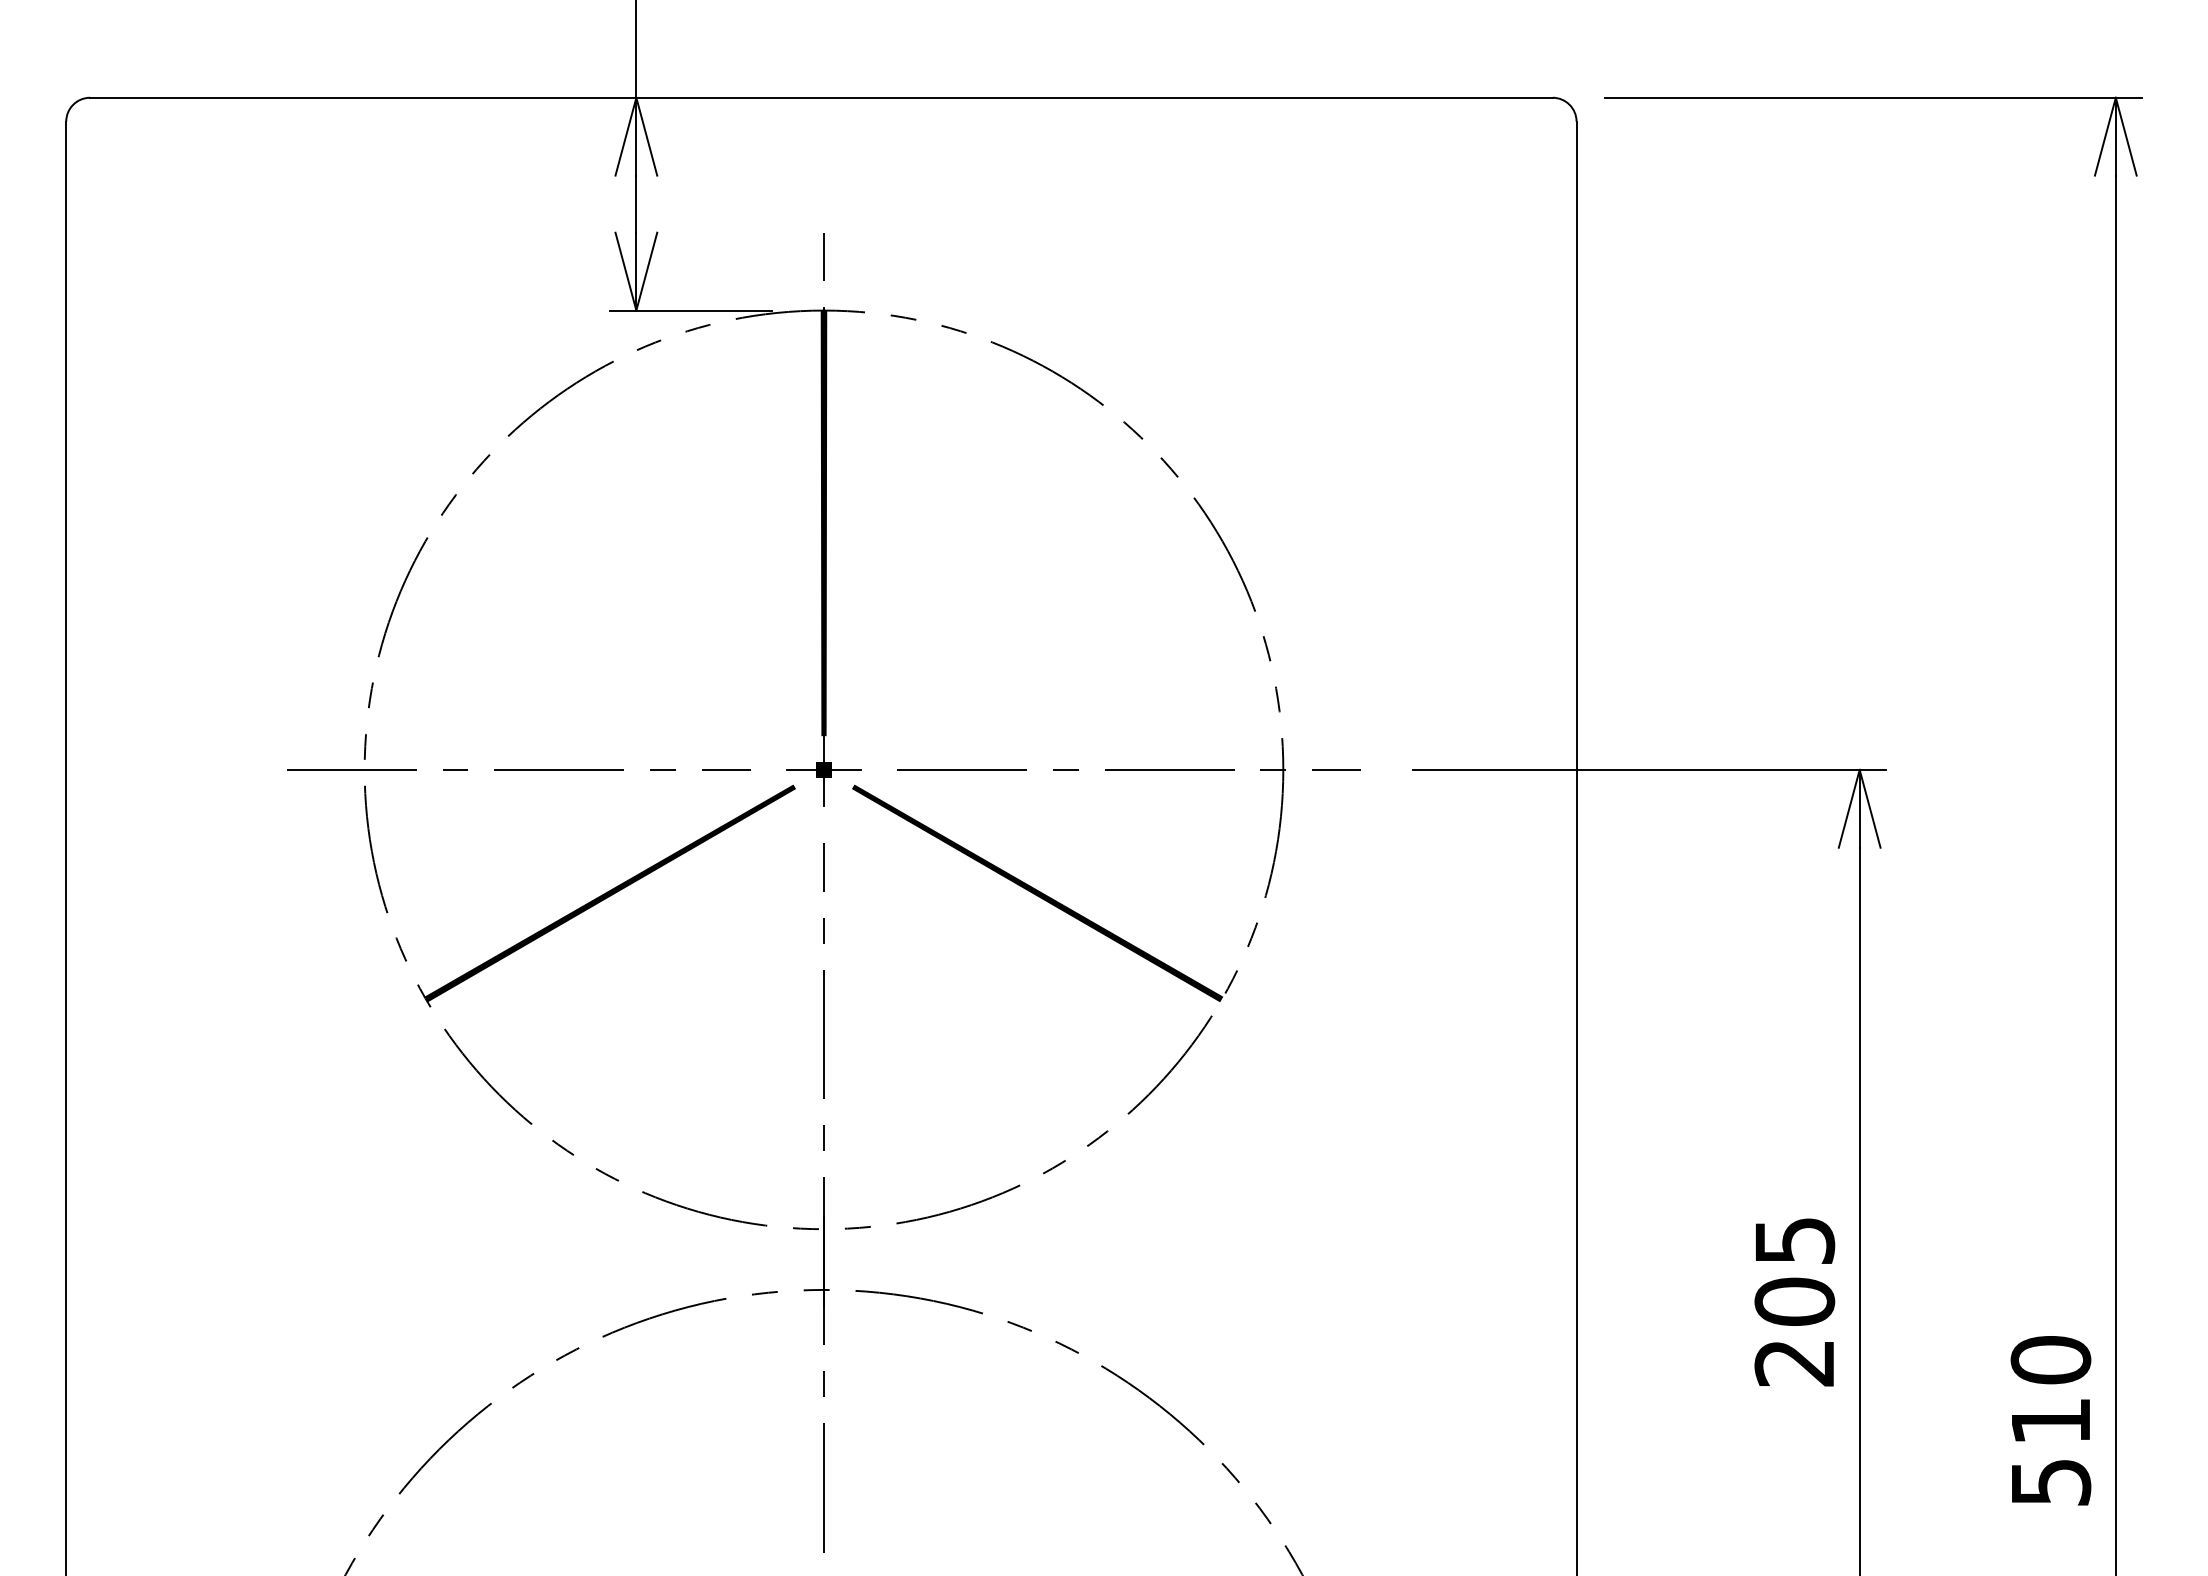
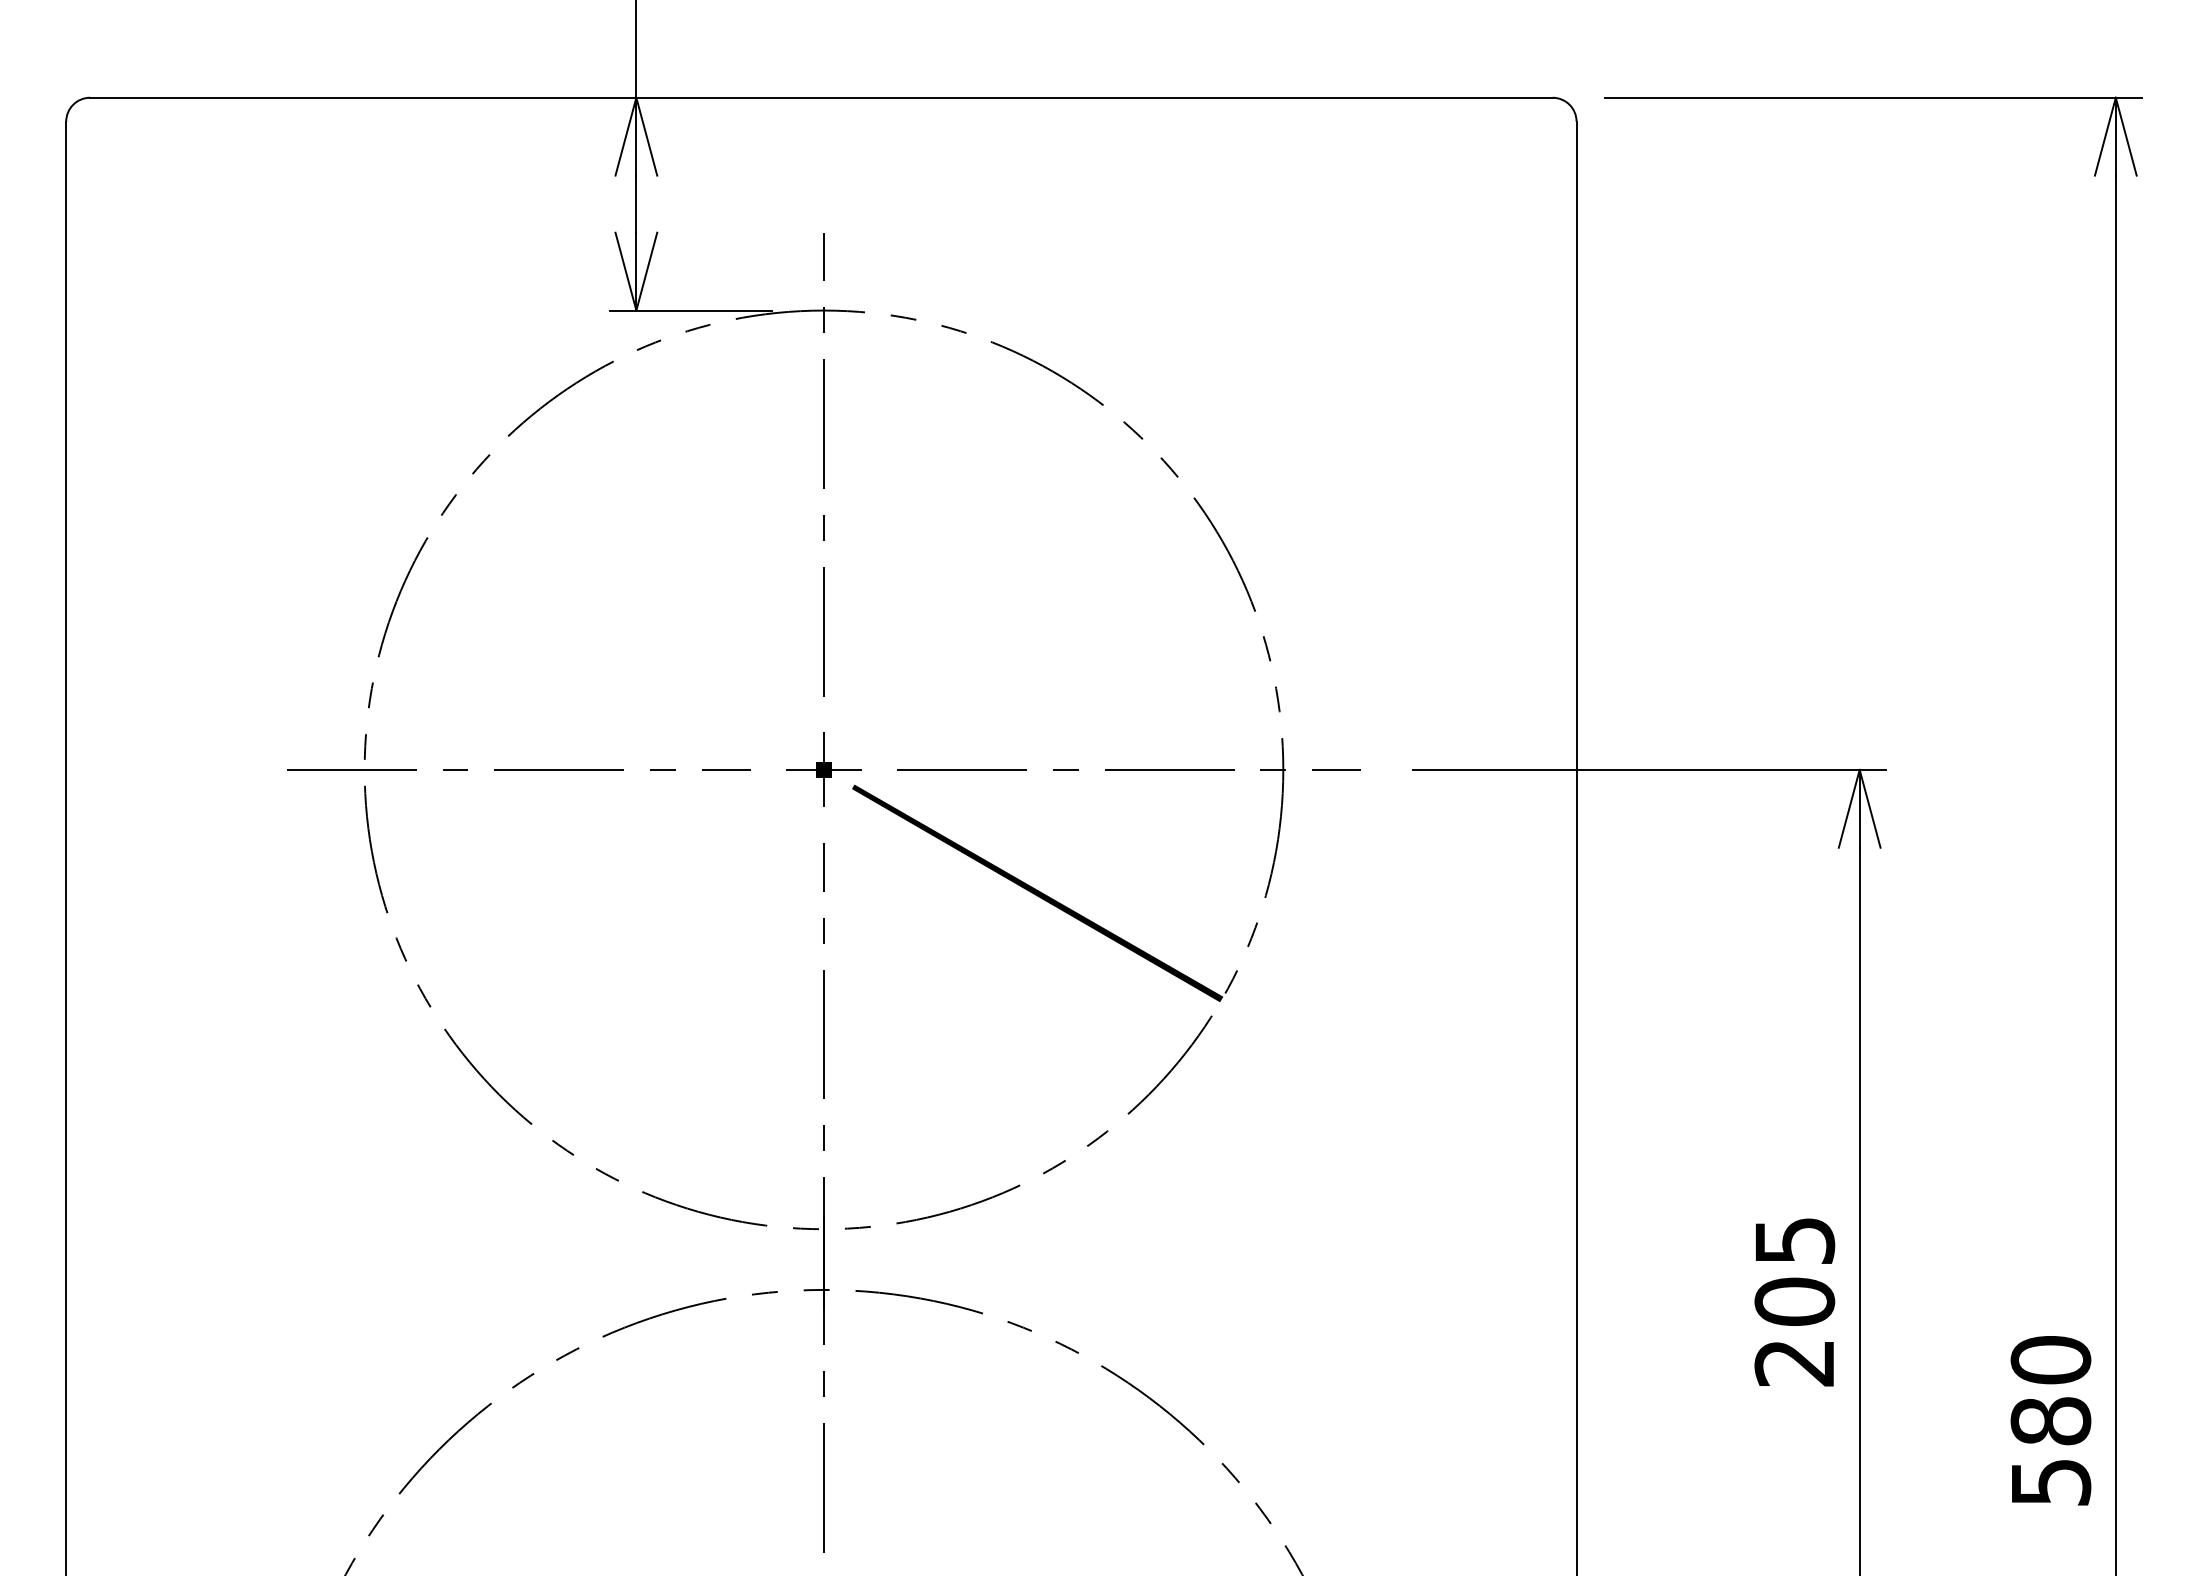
fill at (823, 523): present -> none
fill at (610, 893): present -> none
text at (2050, 1421): 510 -> 580
